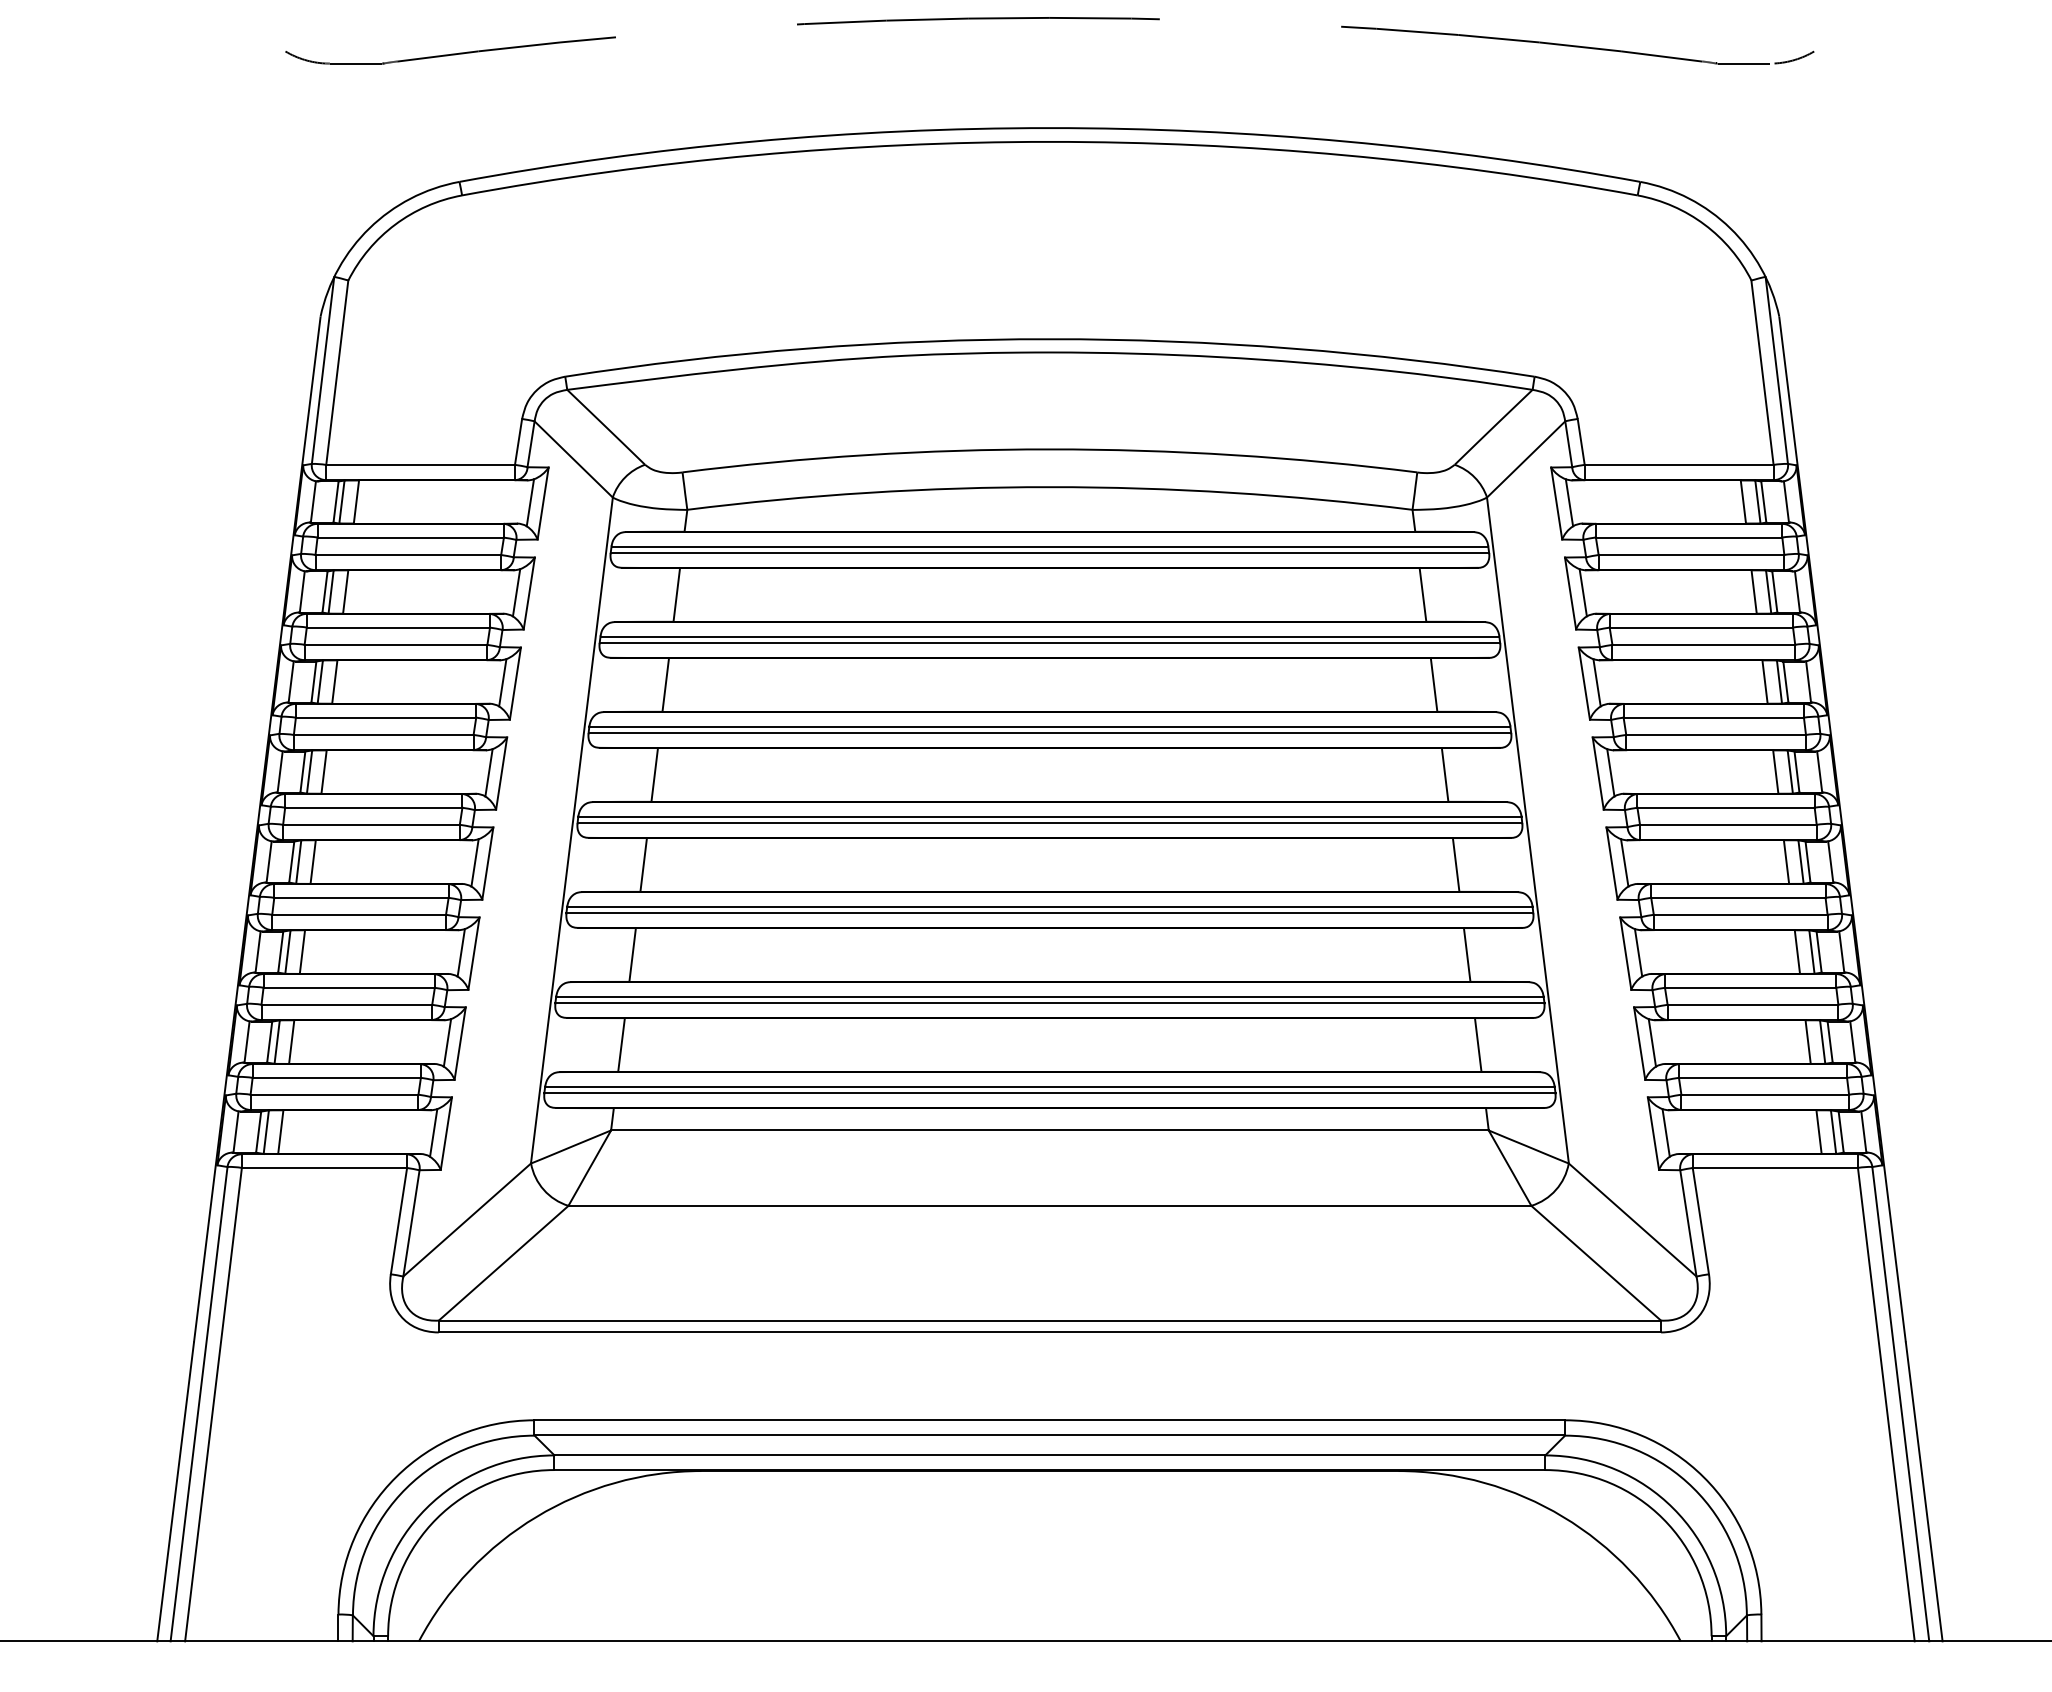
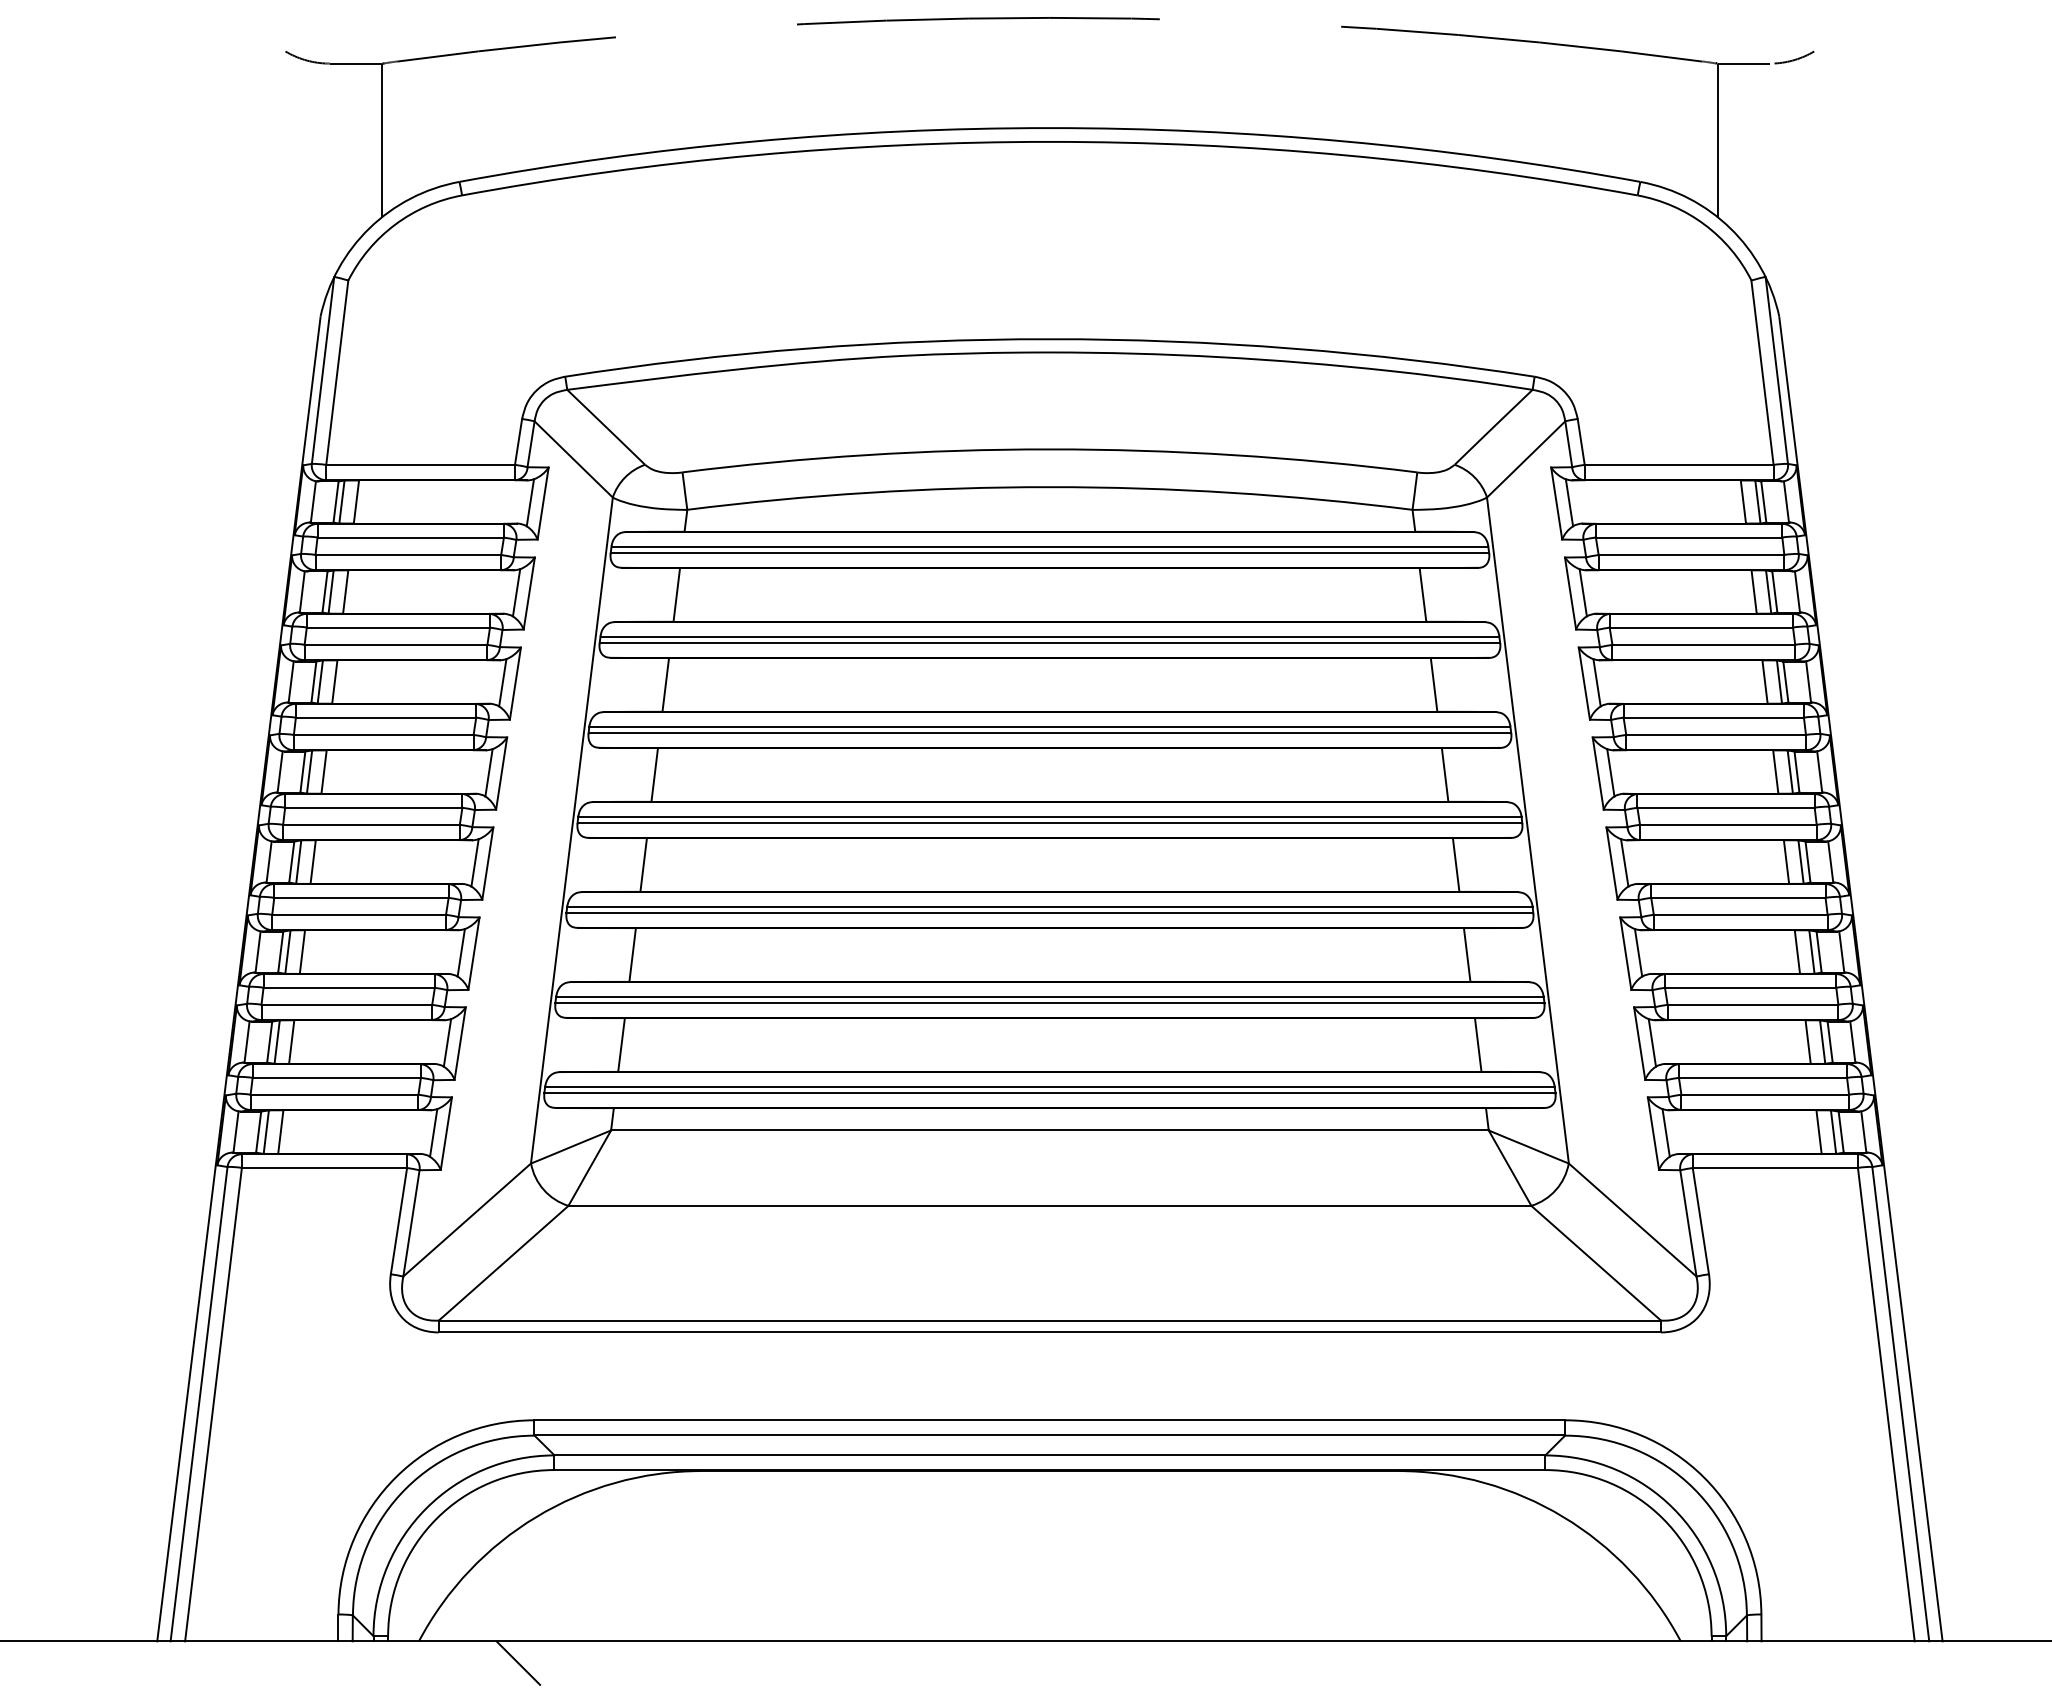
line at (382, 140): none -> present
line at (1717, 140): none -> present
line at (518, 1662): none -> present
